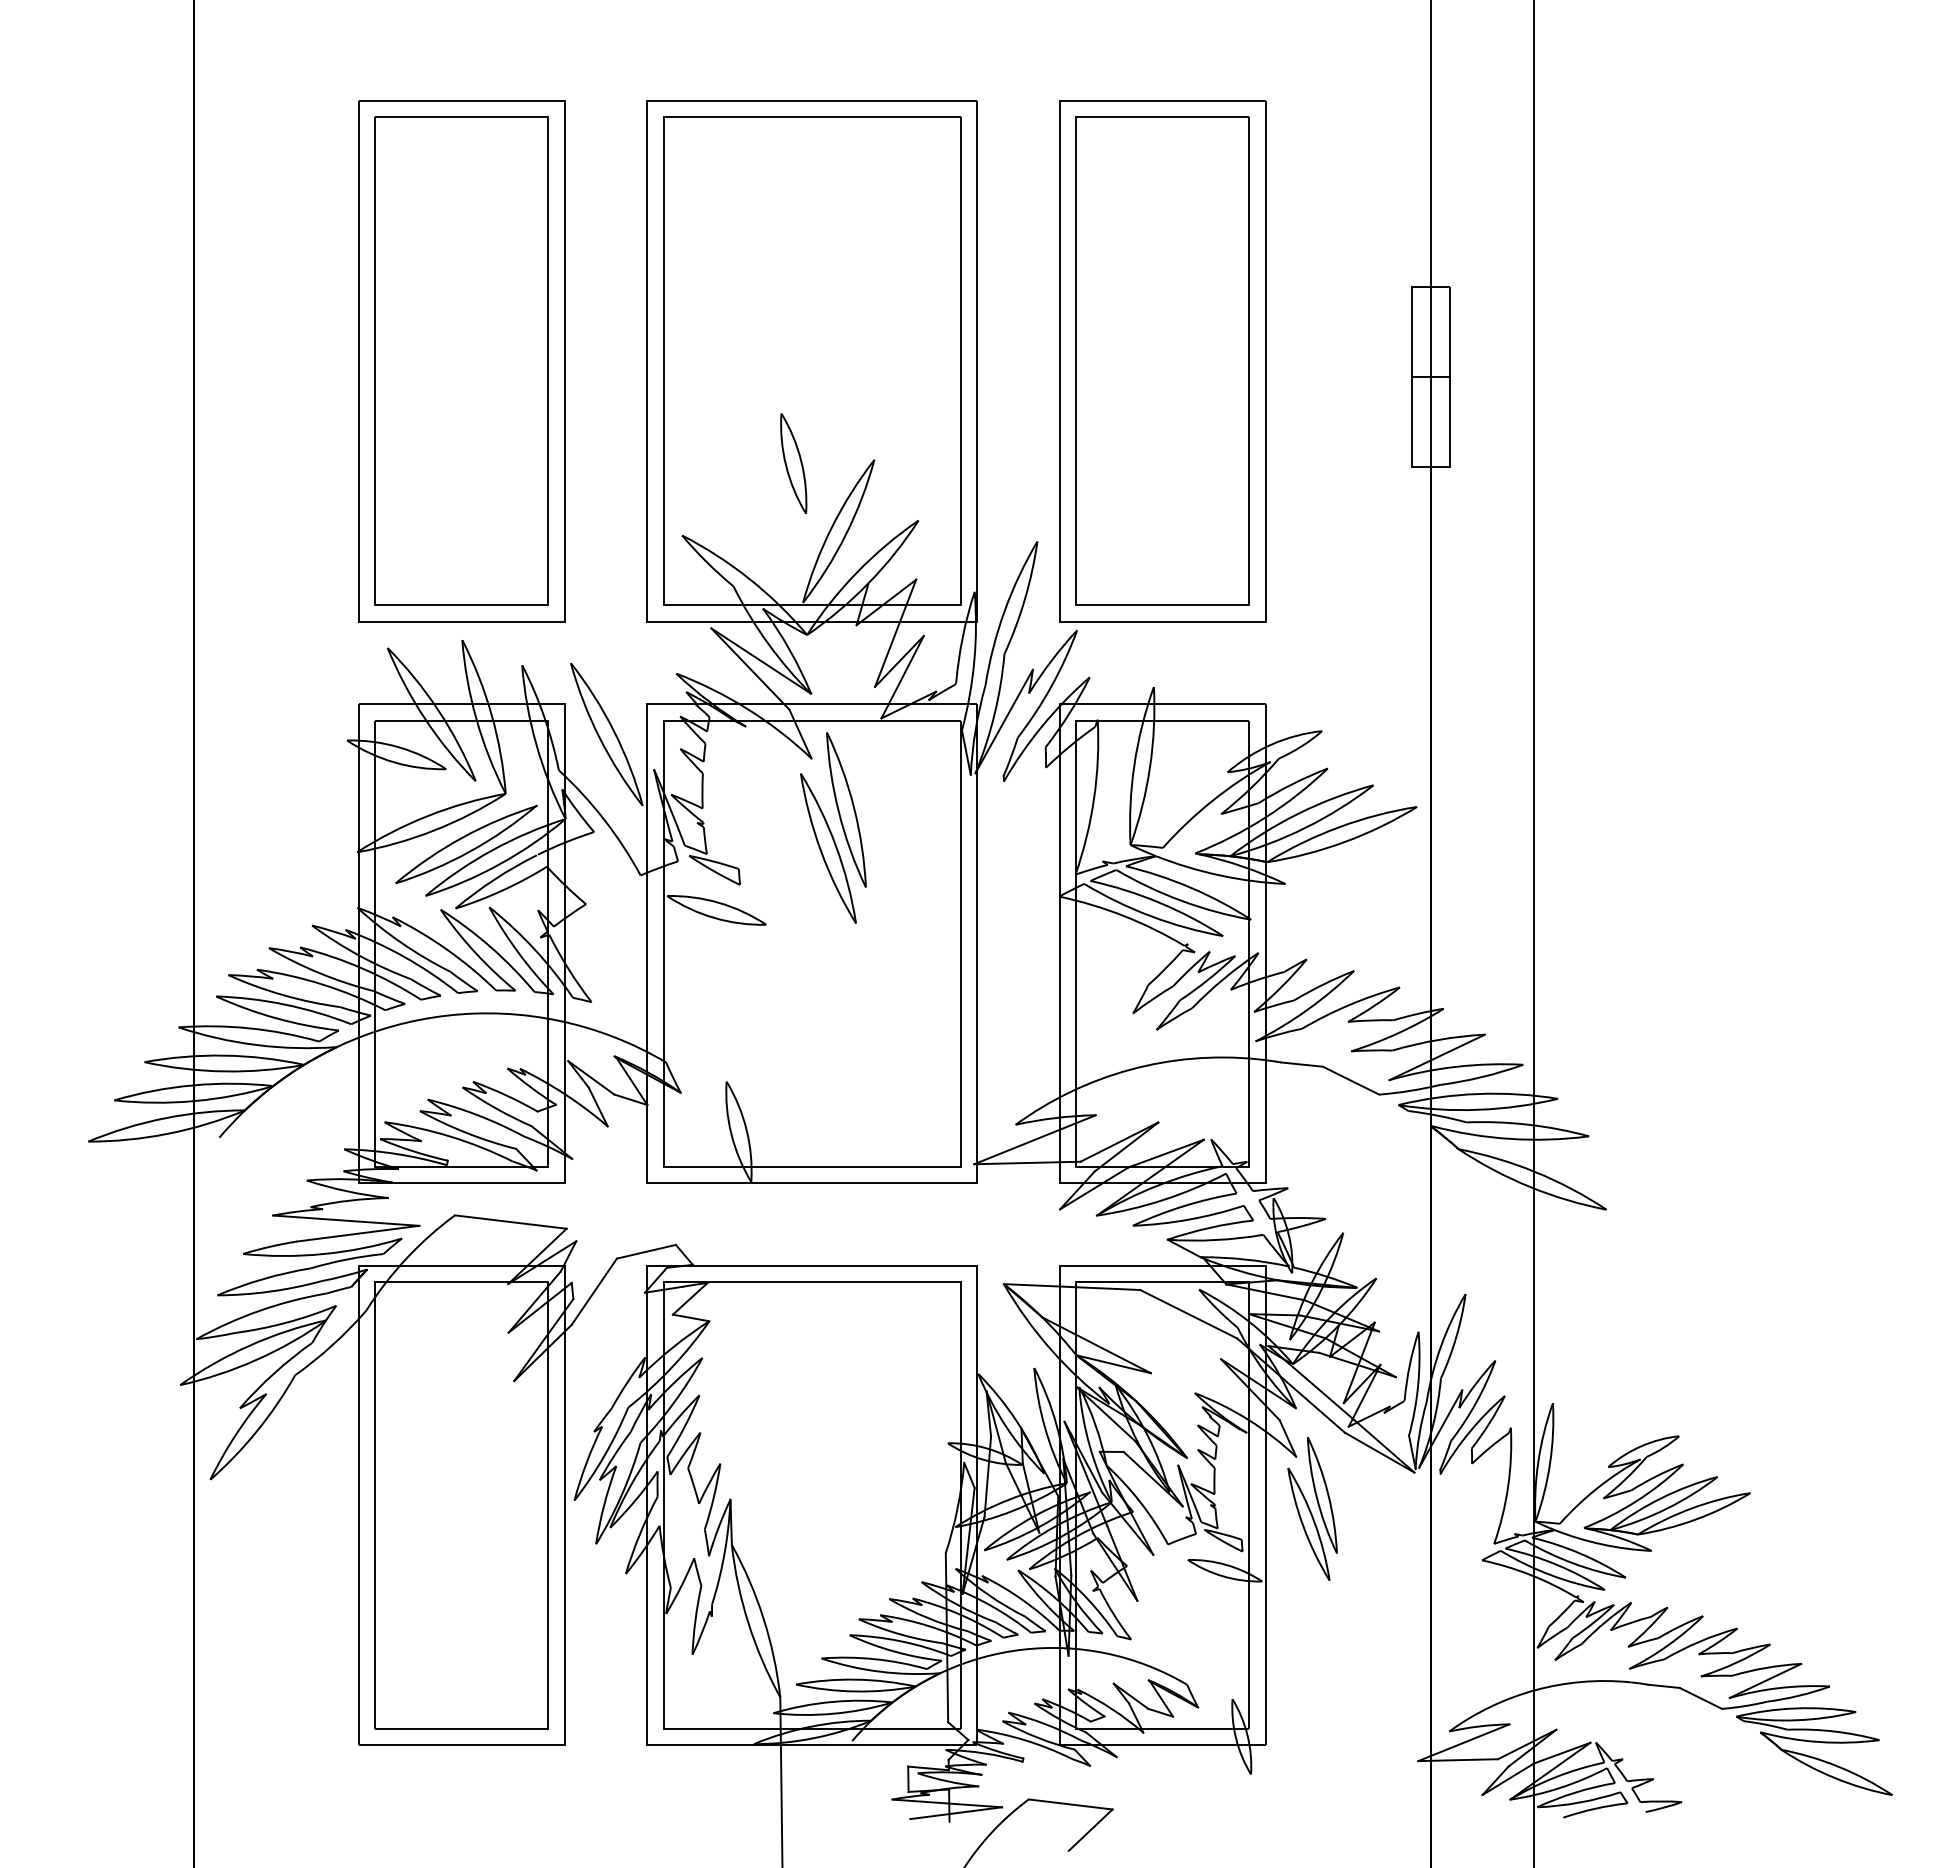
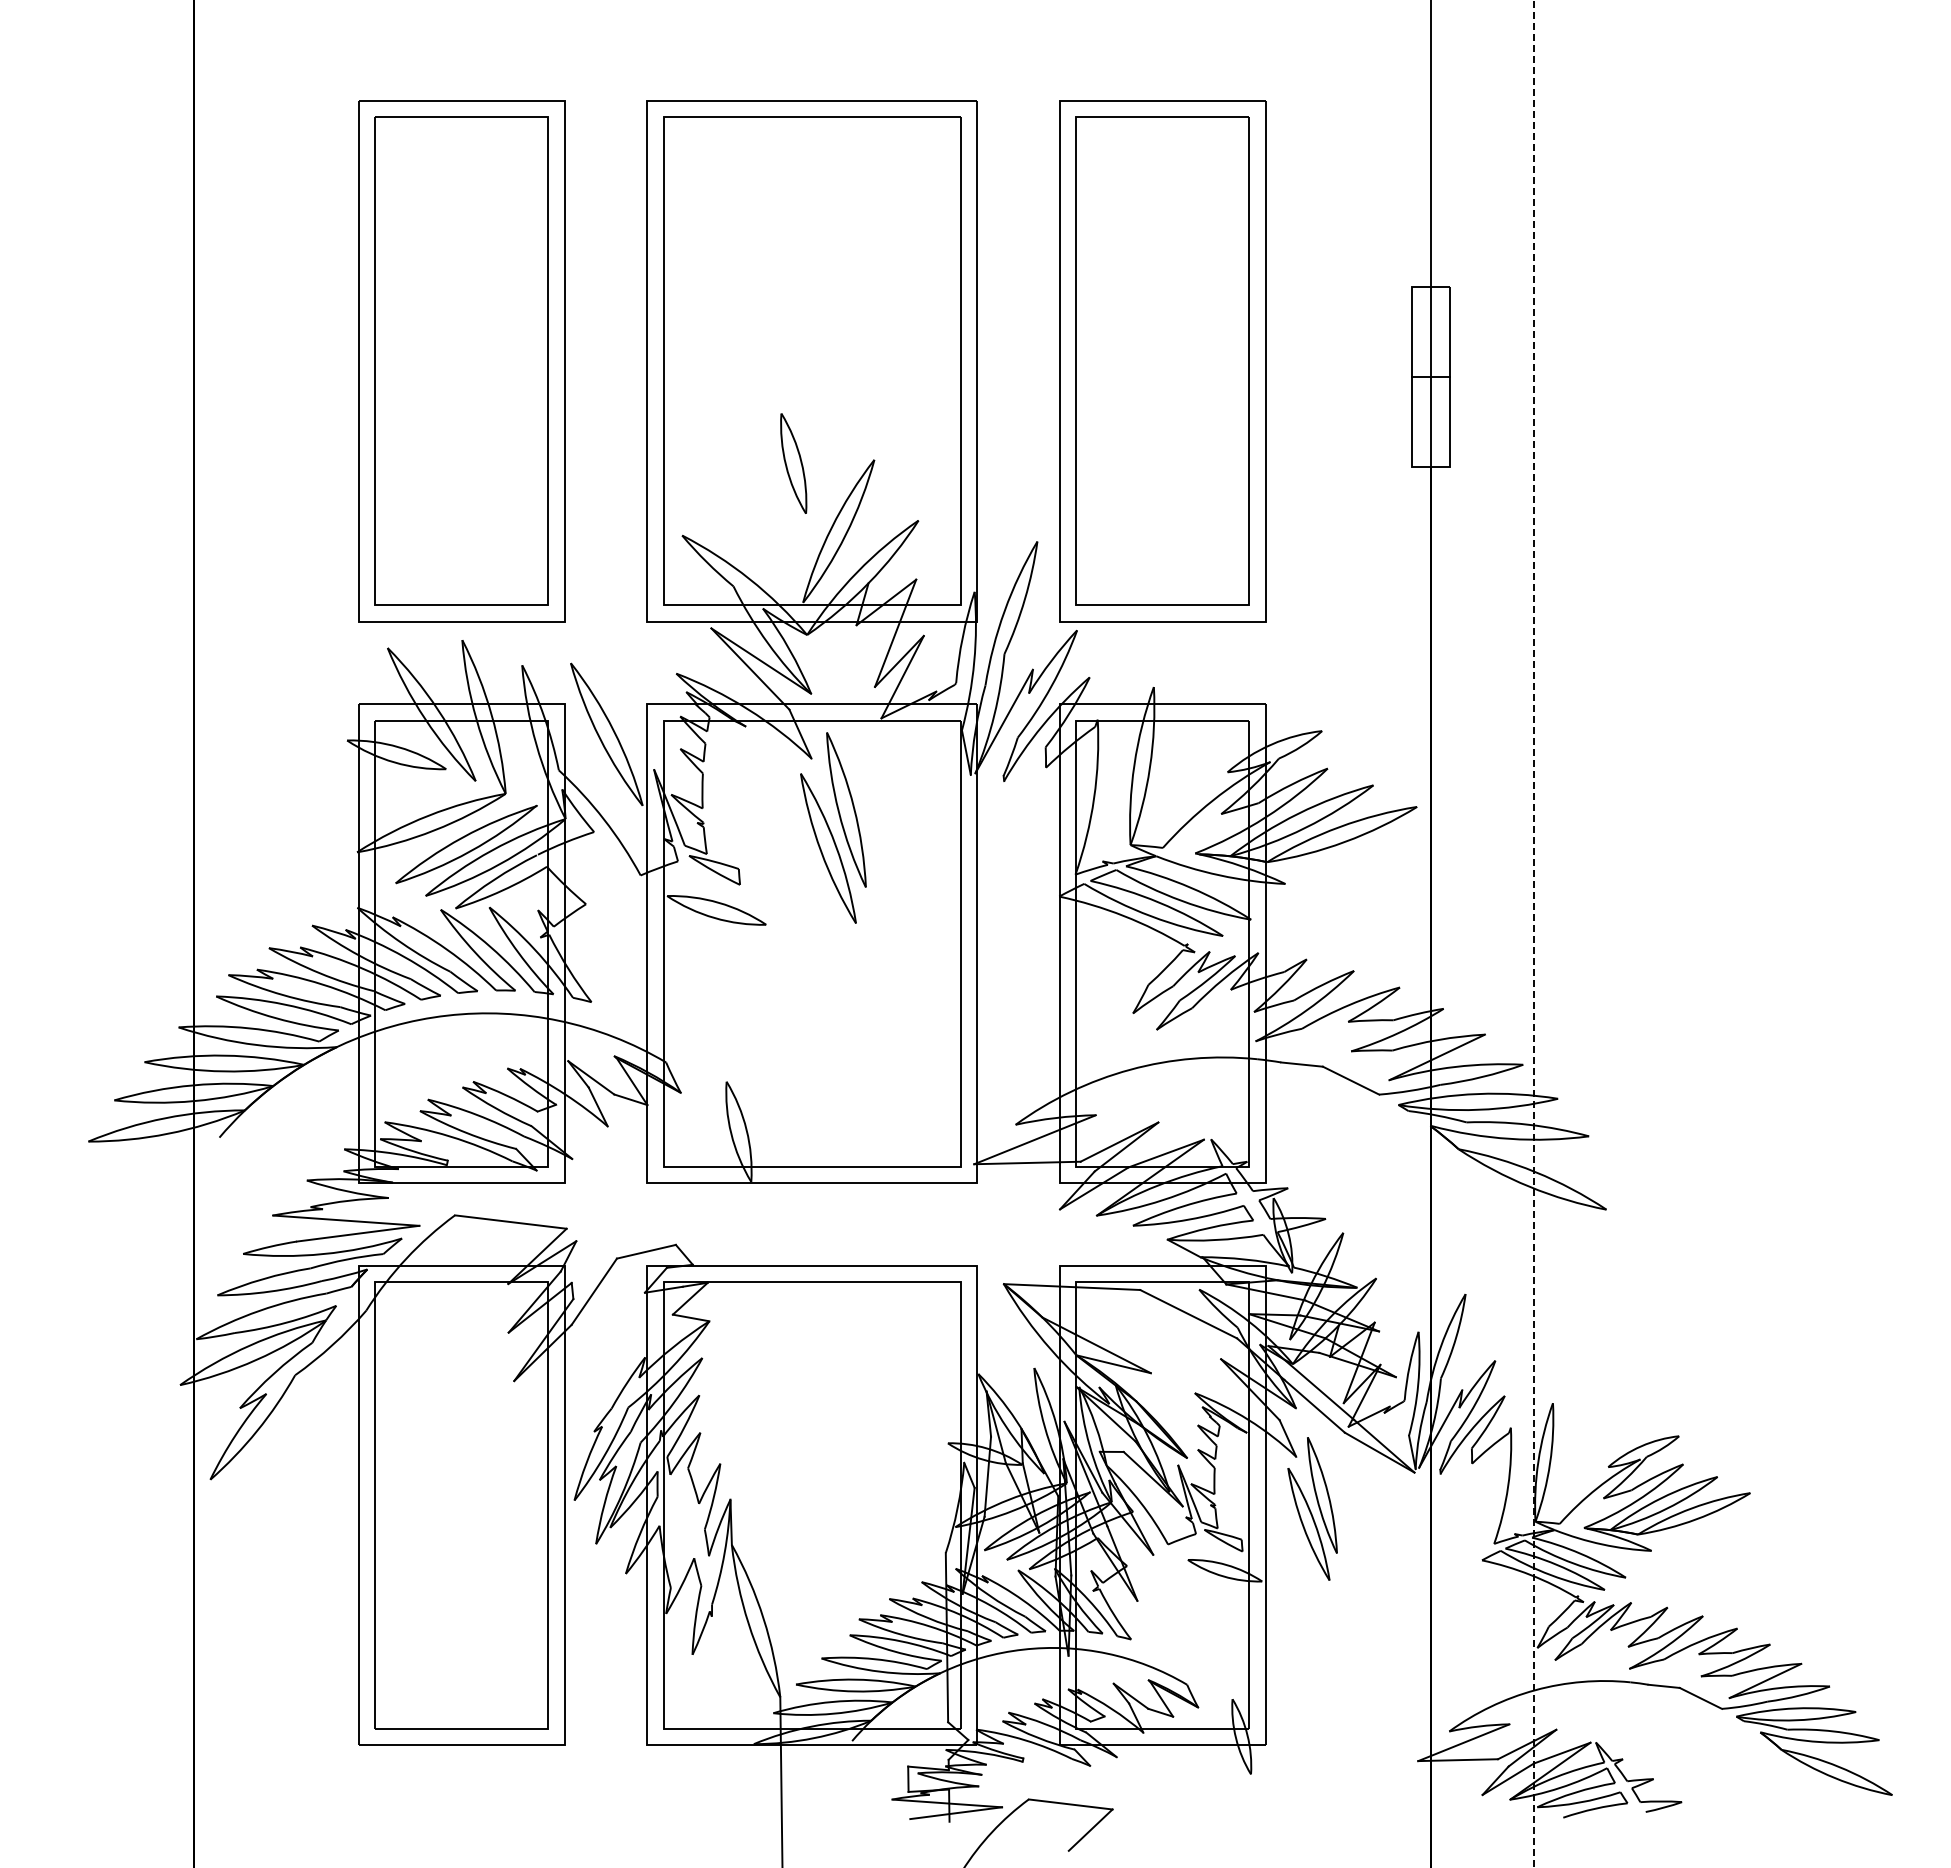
line at (1533, 934): solid -> dashed
